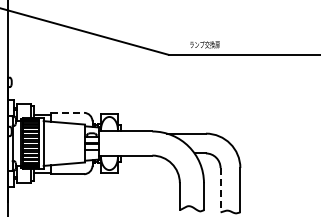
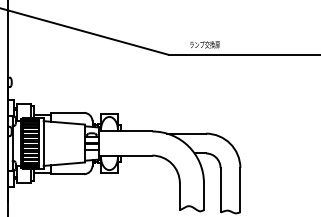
line at (68, 112): dashed -> solid
line at (220, 190): dashed -> solid
